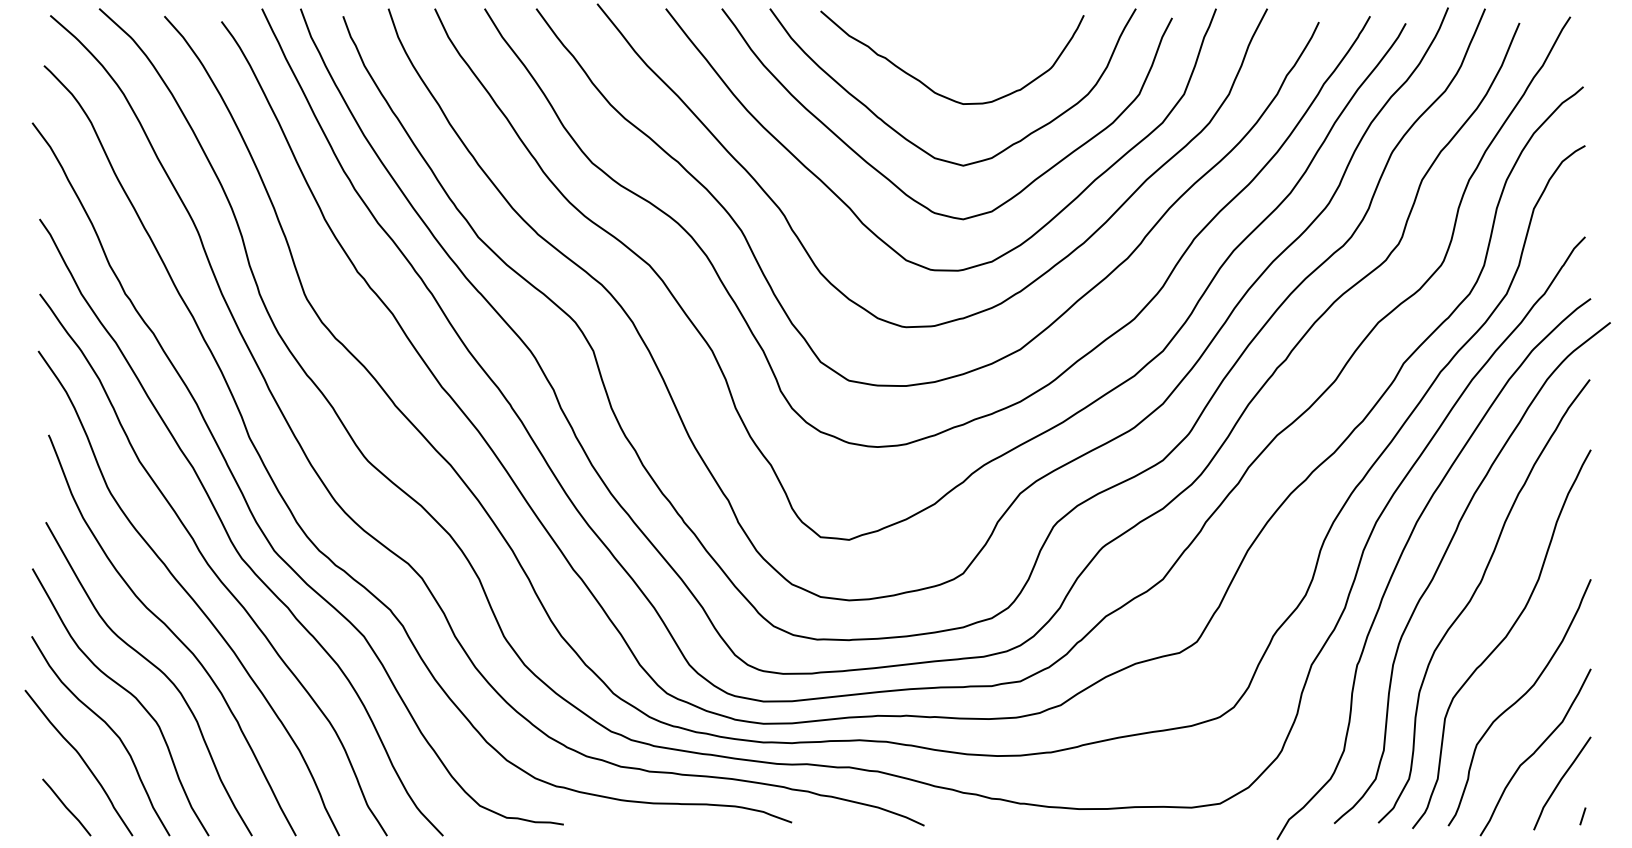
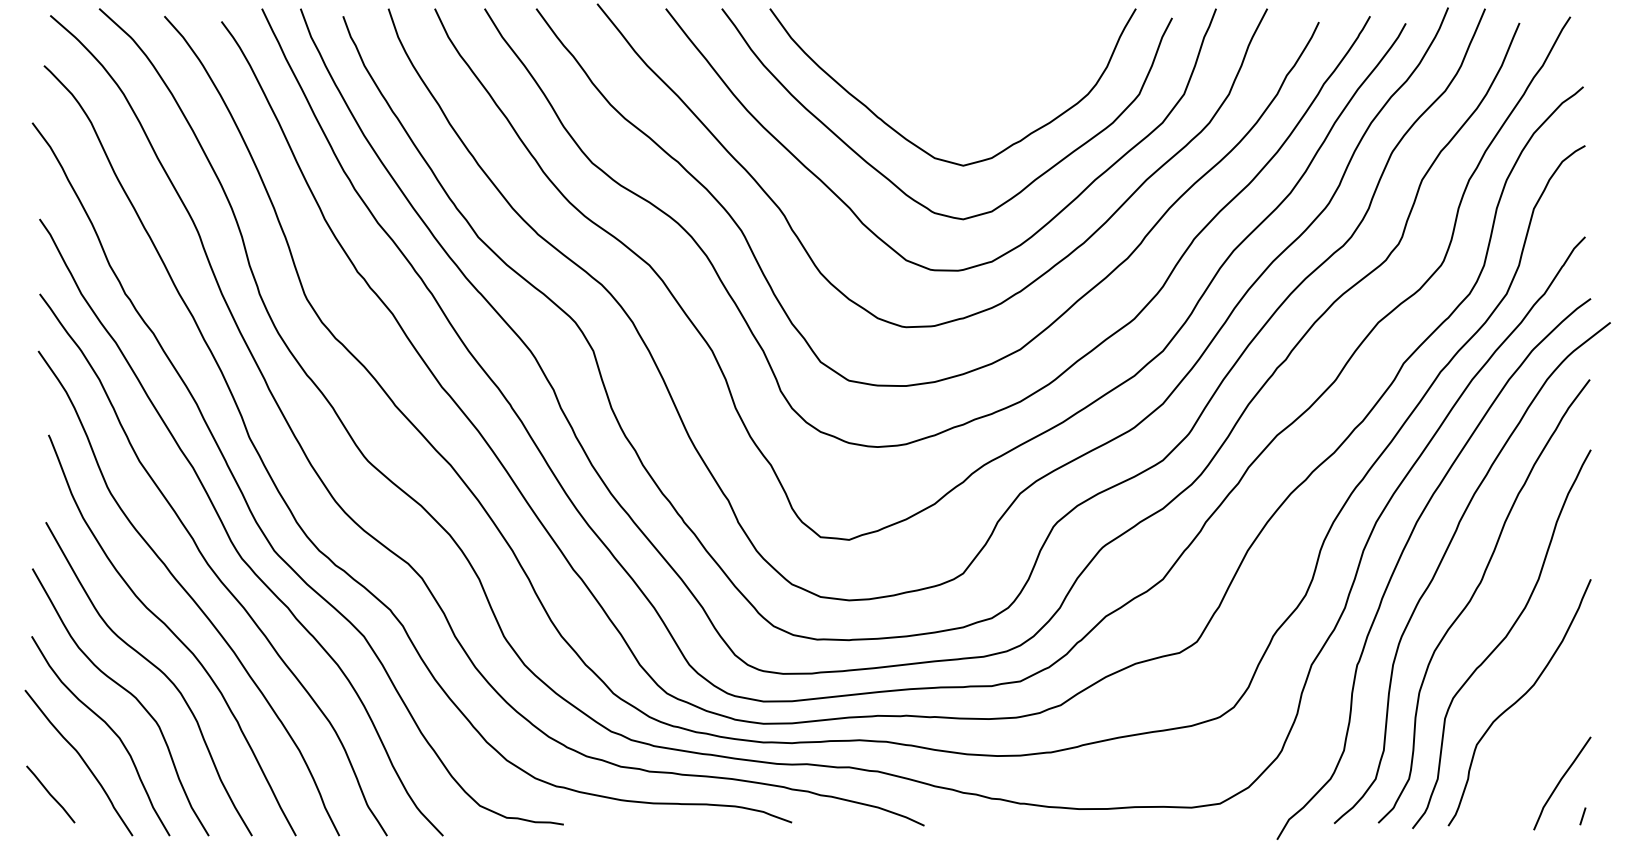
curve at (927, 85): present -> none
curve at (1535, 752): present -> none
line at (66, 807) position: (66, 807) -> (50, 794)
